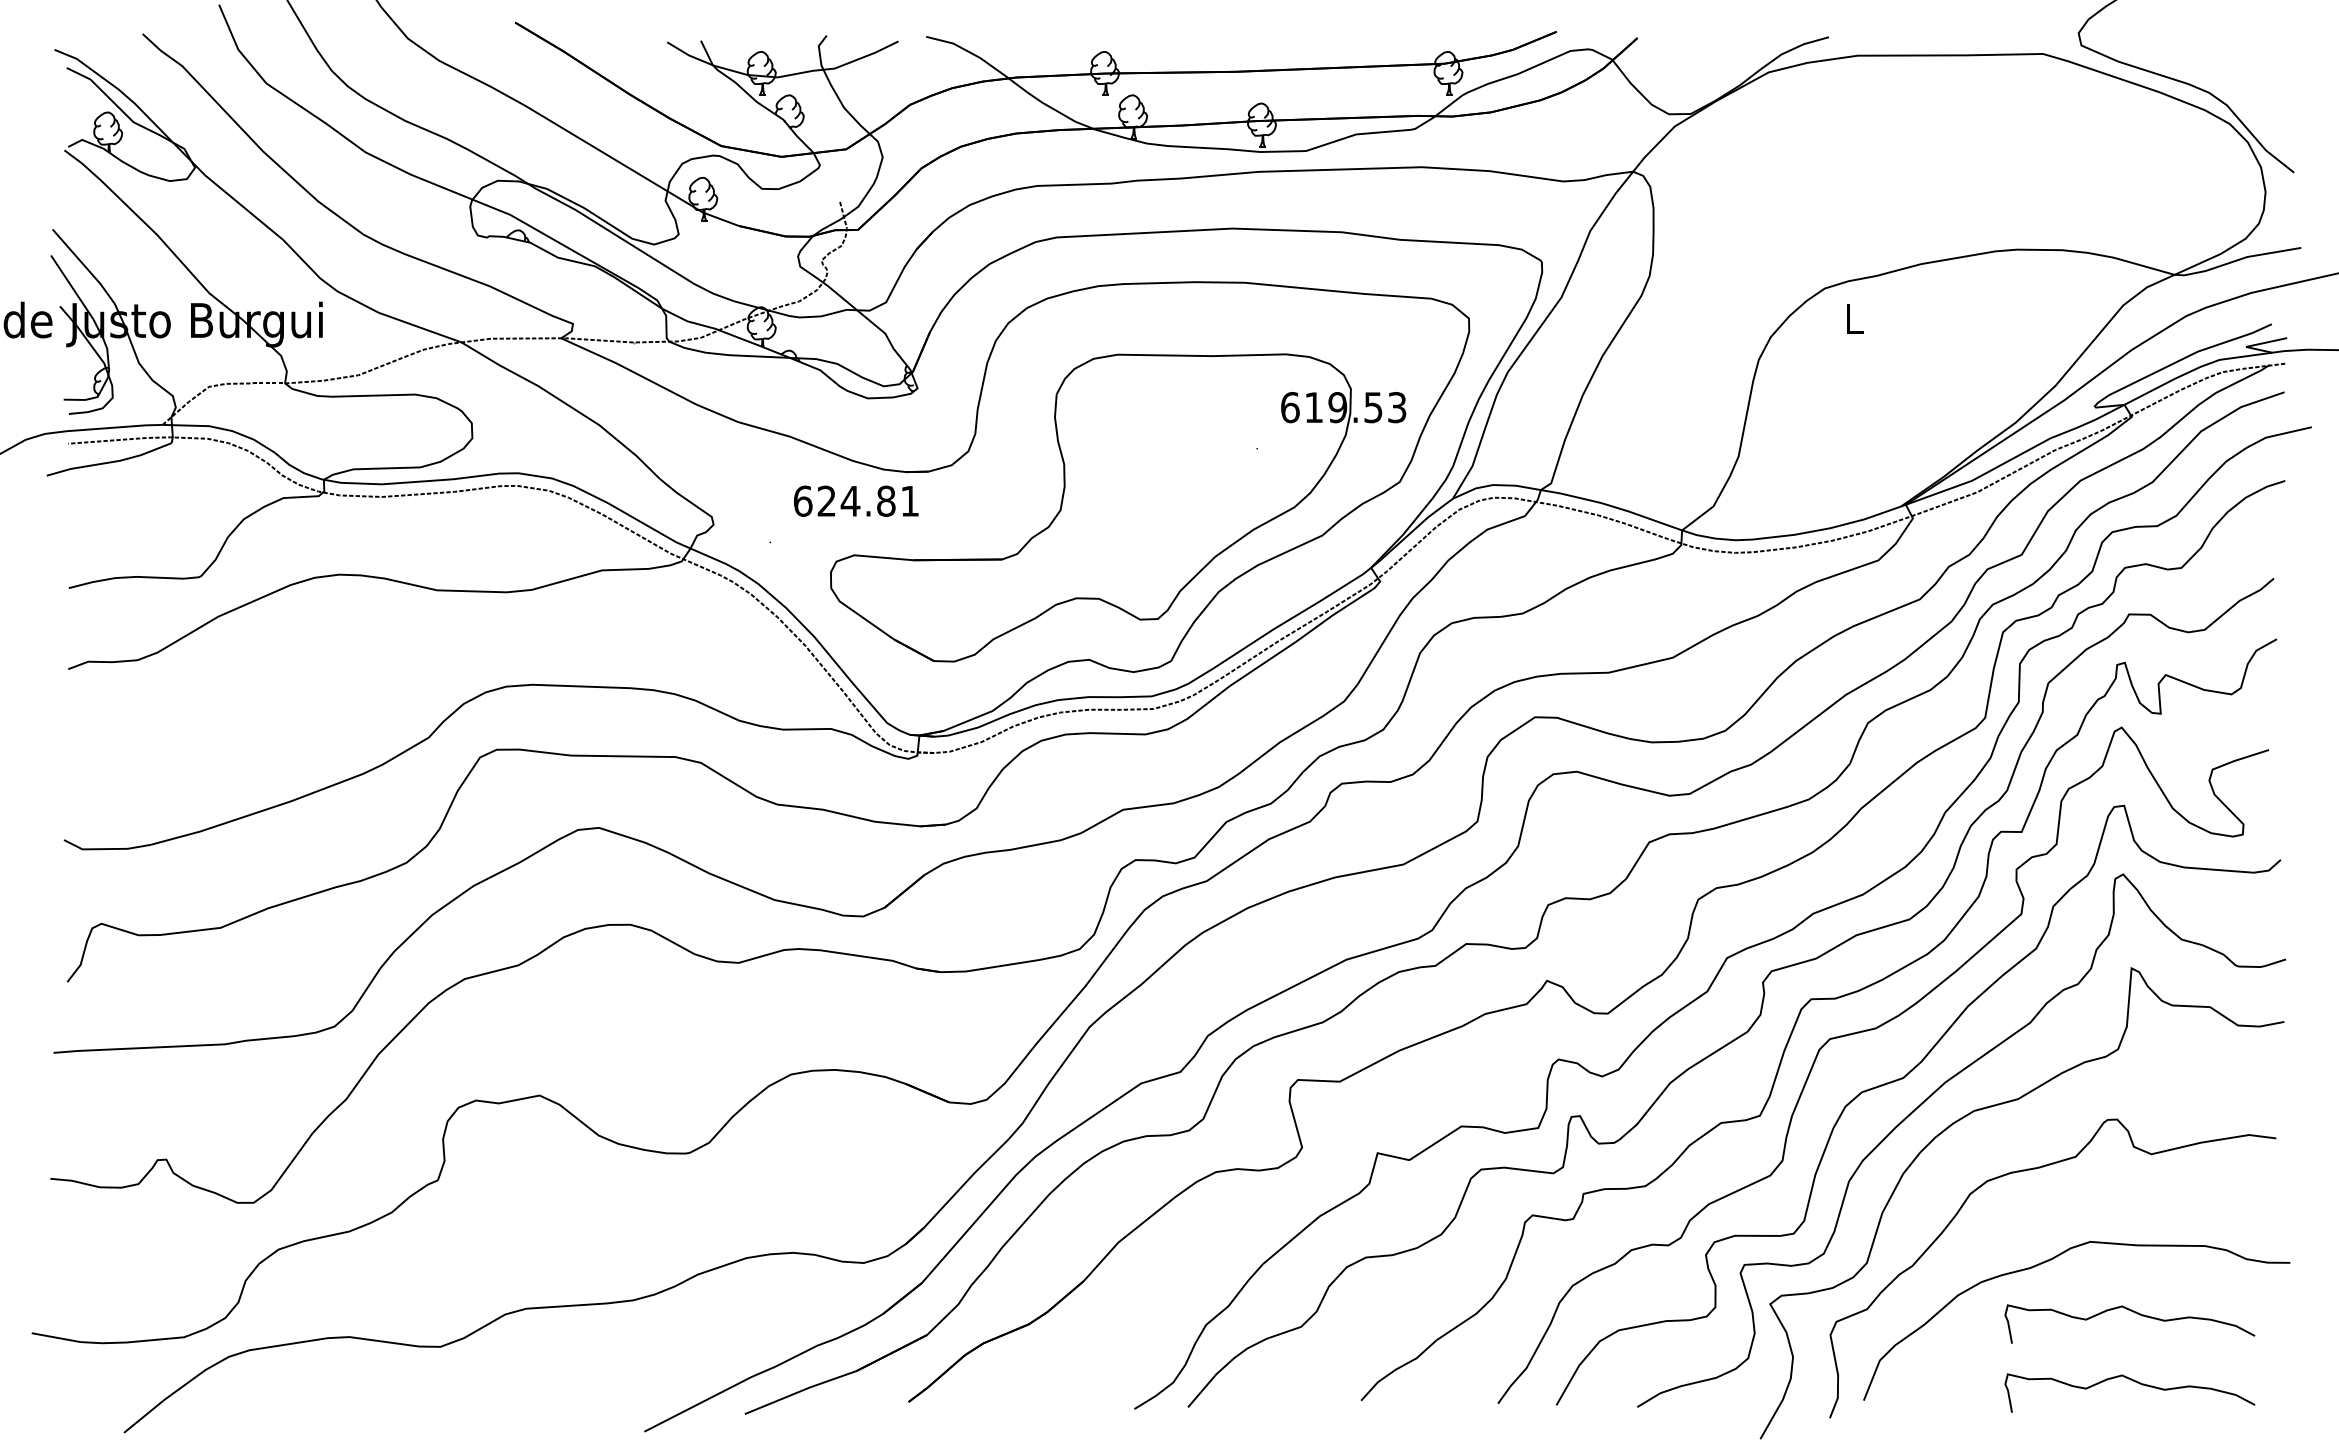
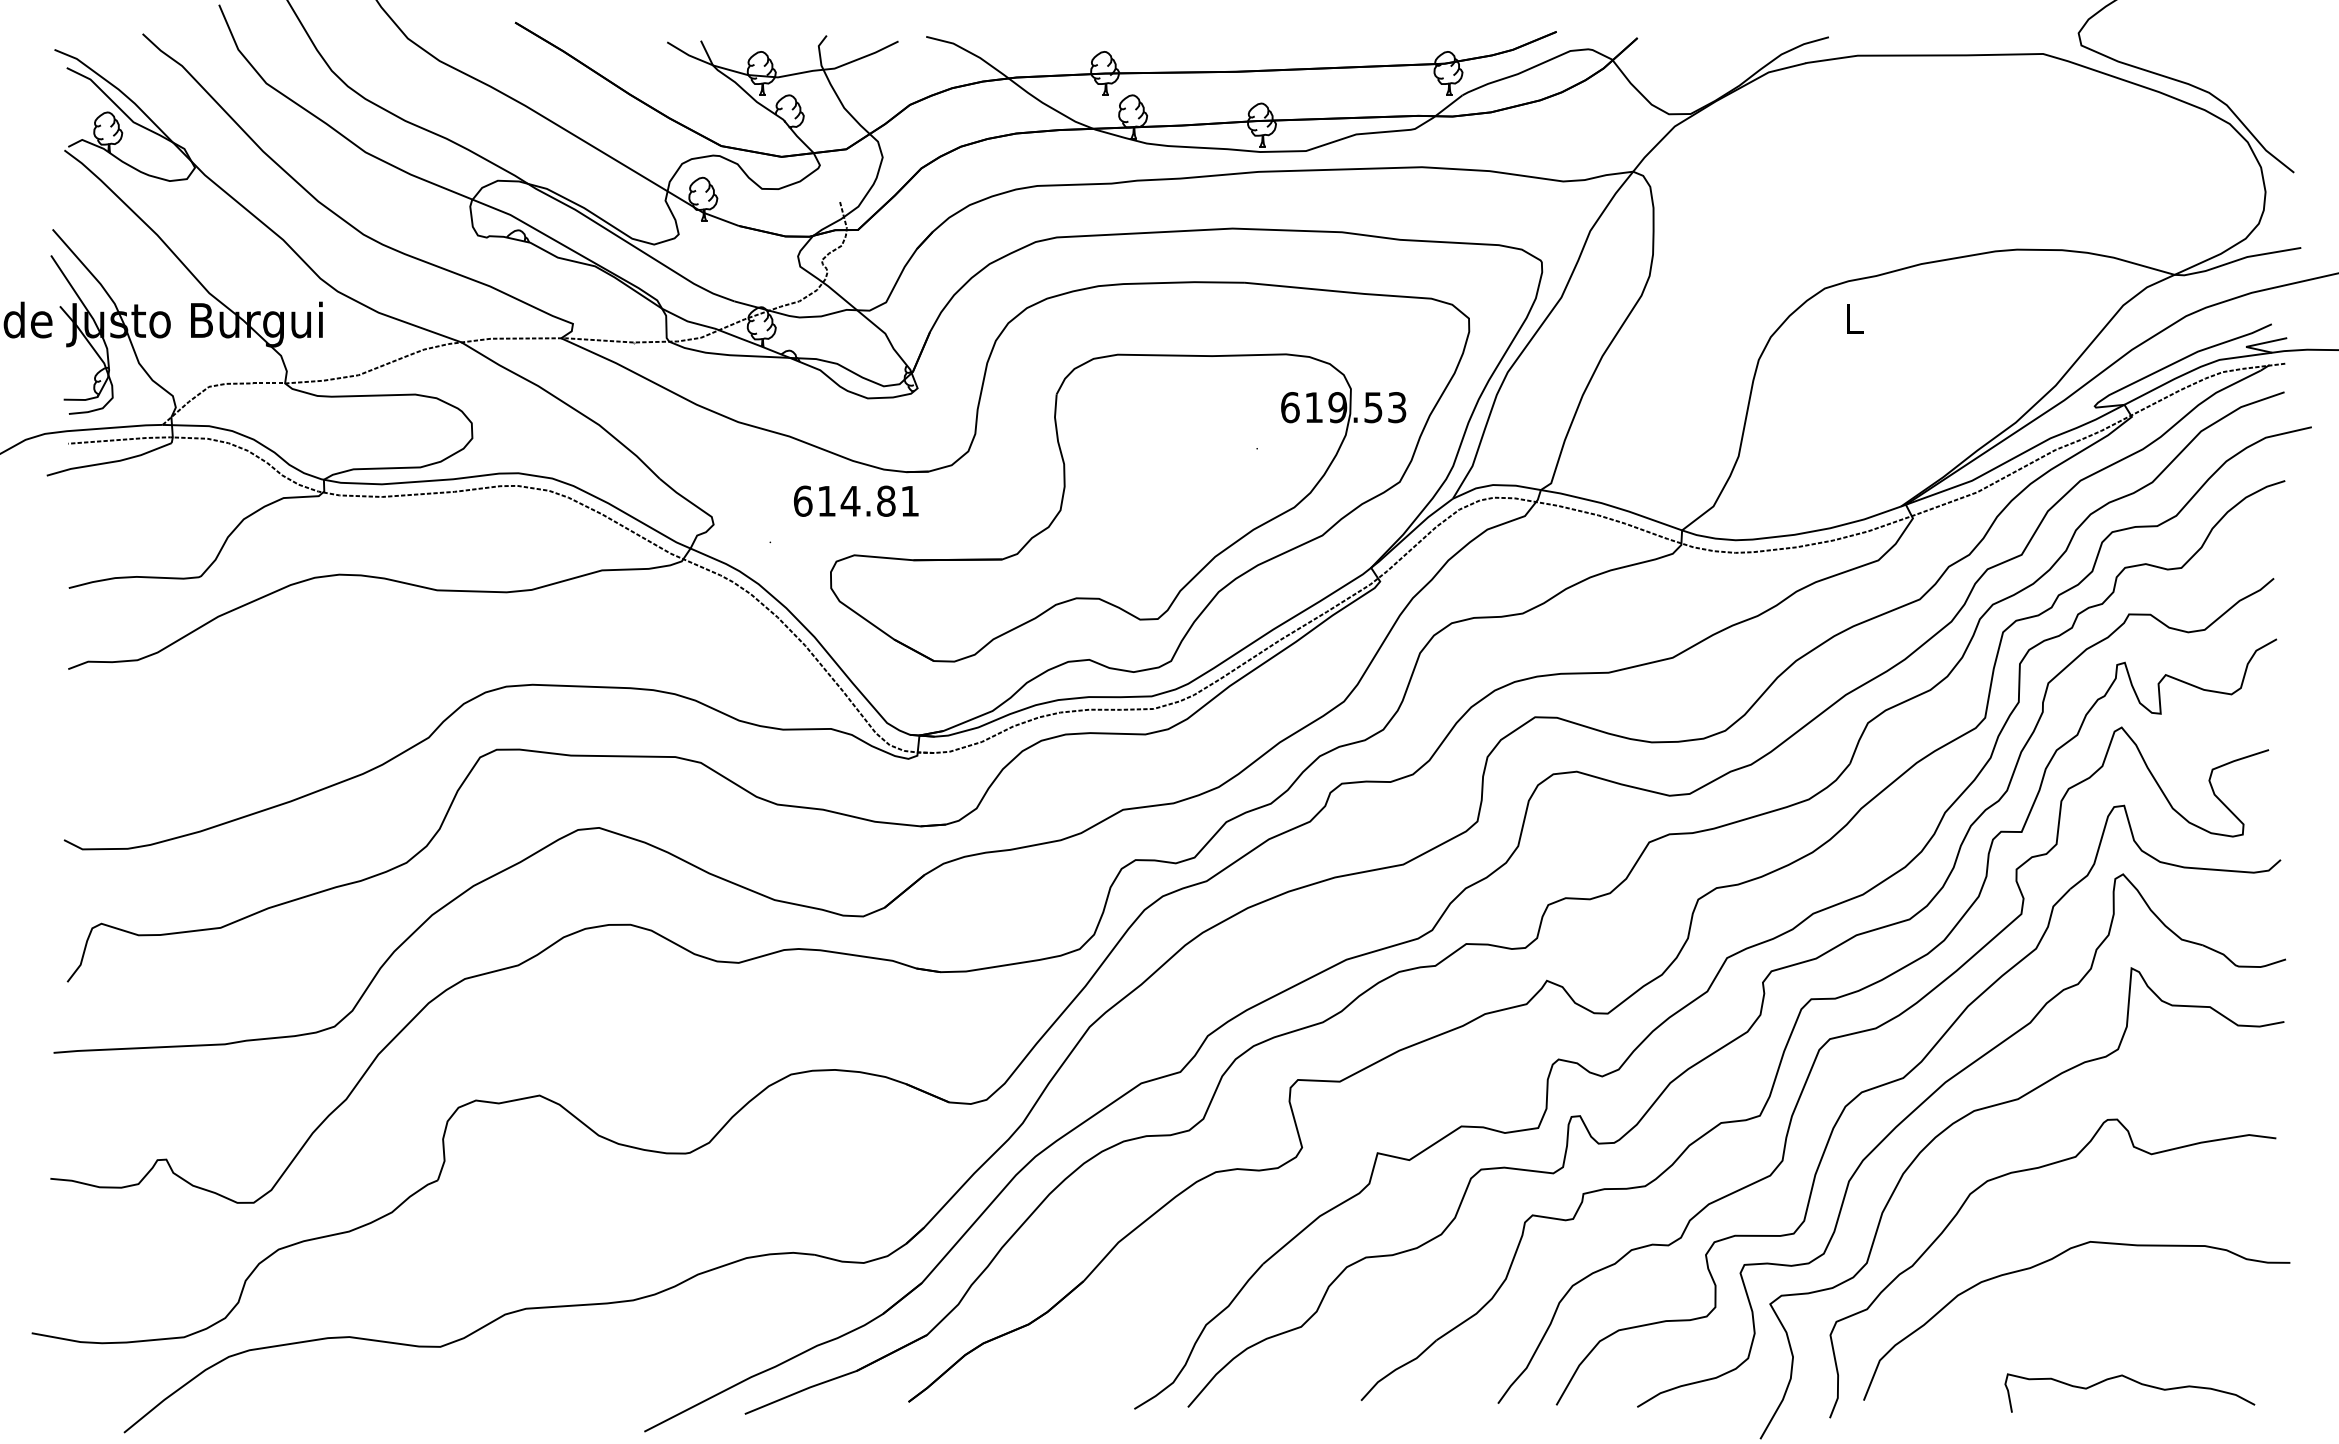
text at (826, 500): 624.81 -> 614.81
curve at (2135, 1313): present -> none
